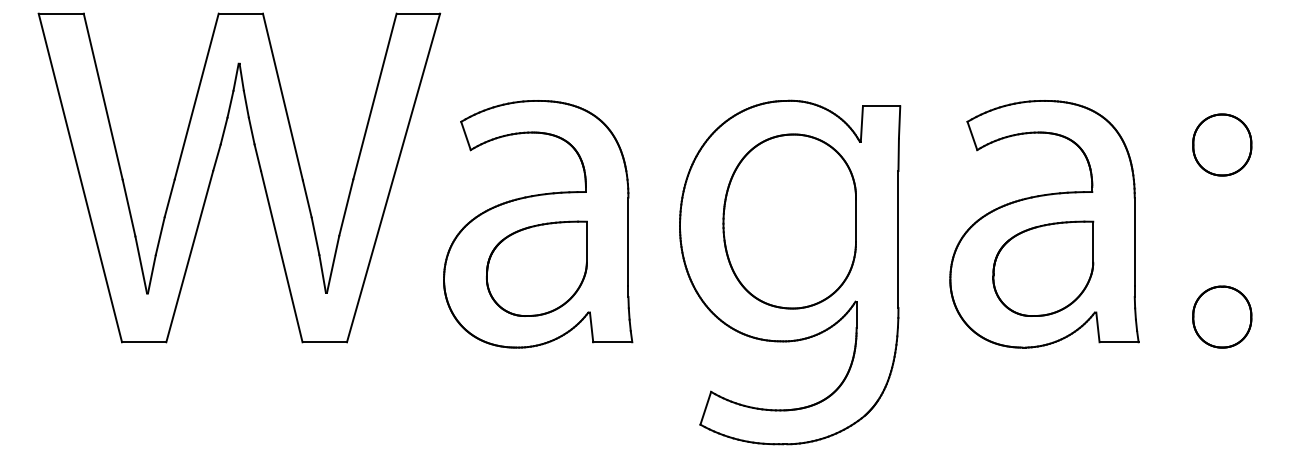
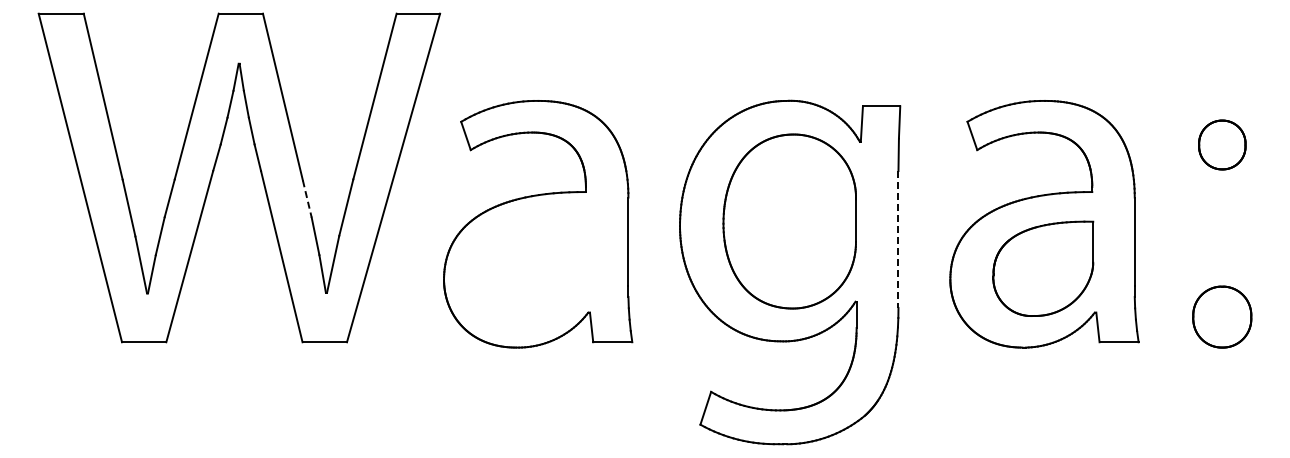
part at (1222, 144) size: 61x64 px -> 49x52 px
line at (307, 199): solid -> dashed
line at (898, 239): solid -> dashed
part at (536, 268): present -> none
